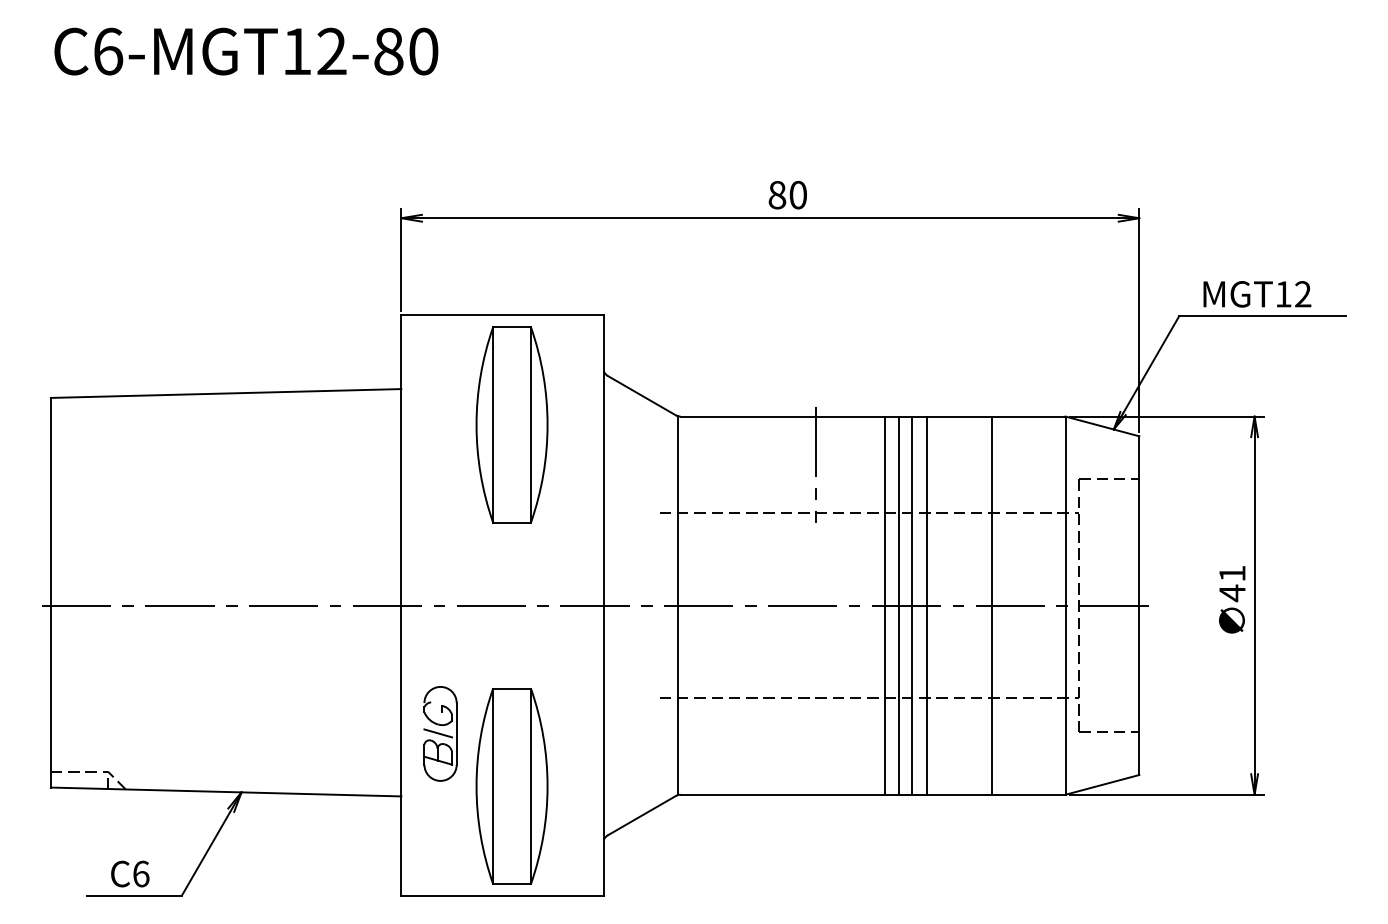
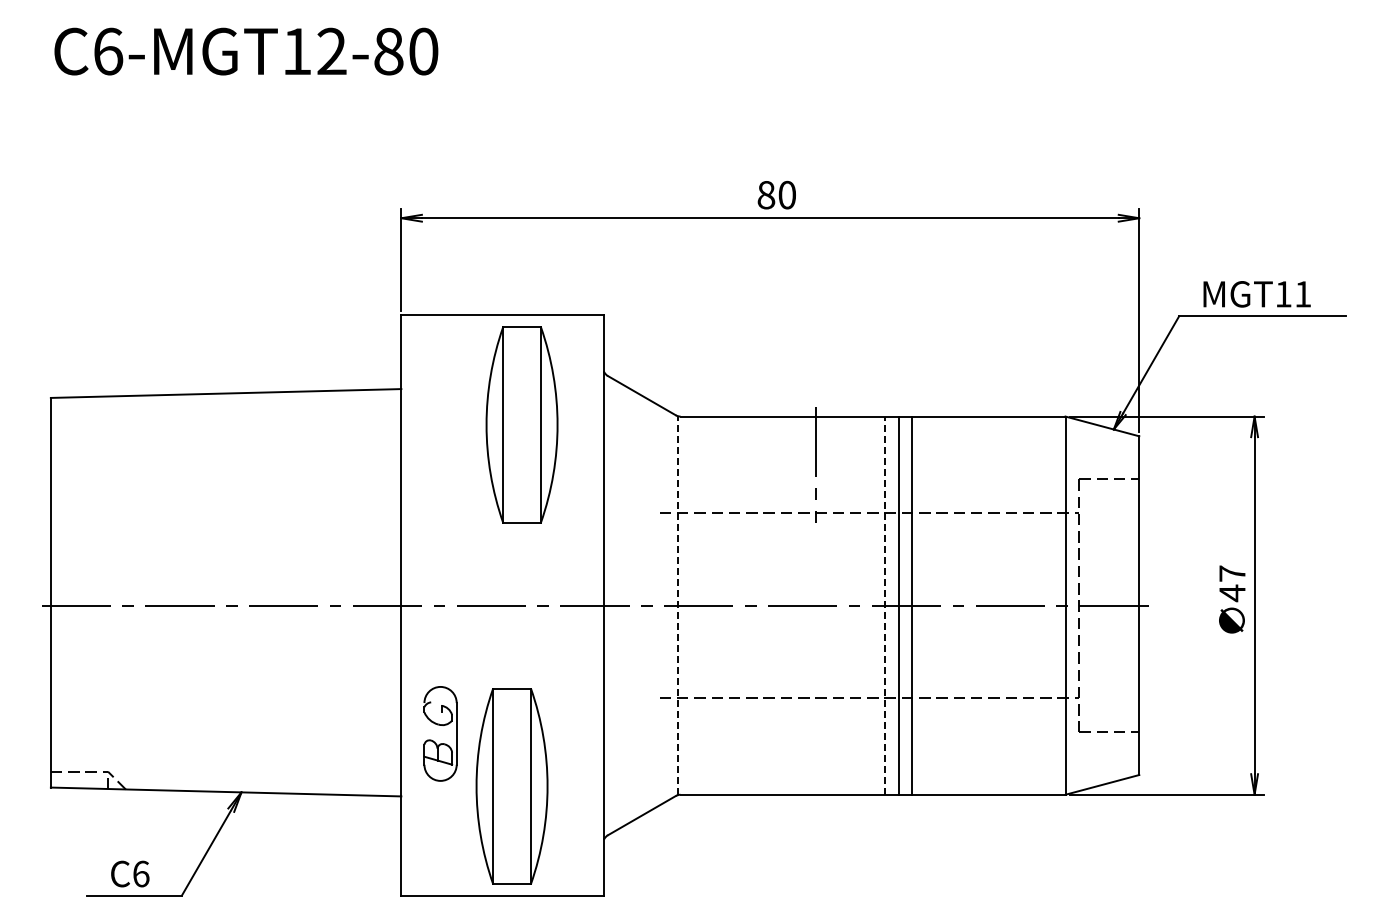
text at (787, 194) position: (787, 194) -> (776, 194)
text at (1303, 294): MGT12 -> MGT11
part at (511, 424) position: (511, 424) -> (521, 424)
text at (1232, 573): 41 -> 47
line at (678, 604): solid -> dashed
line at (884, 605): solid -> dashed
line at (927, 605): present -> none
line at (991, 605): present -> none
line at (438, 733): present -> none
